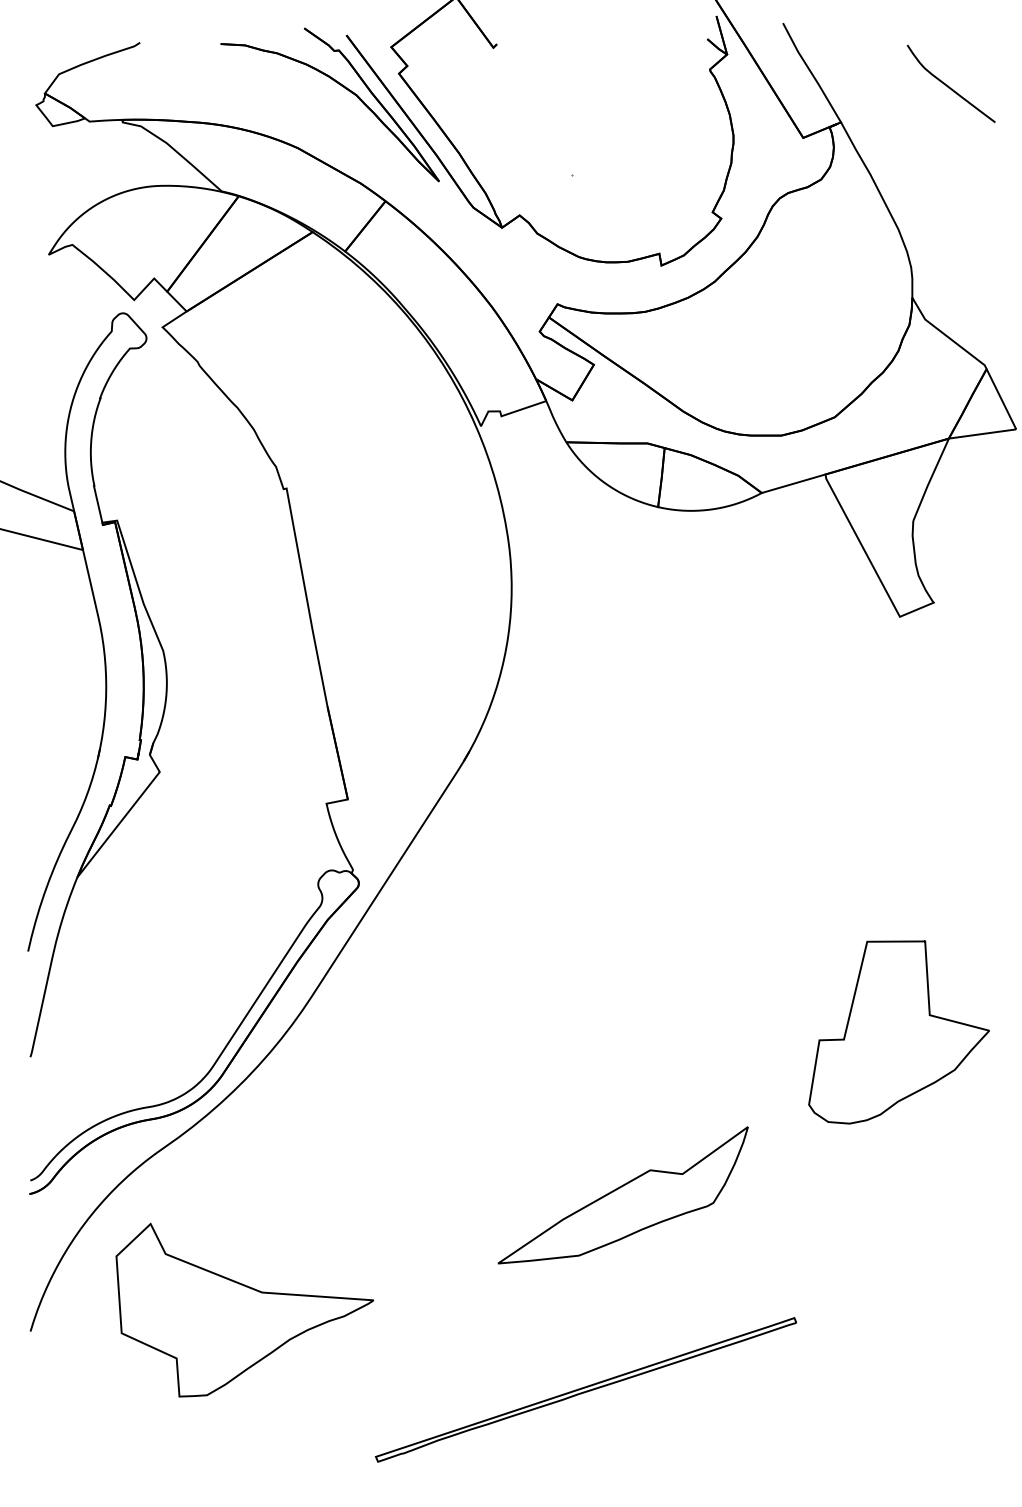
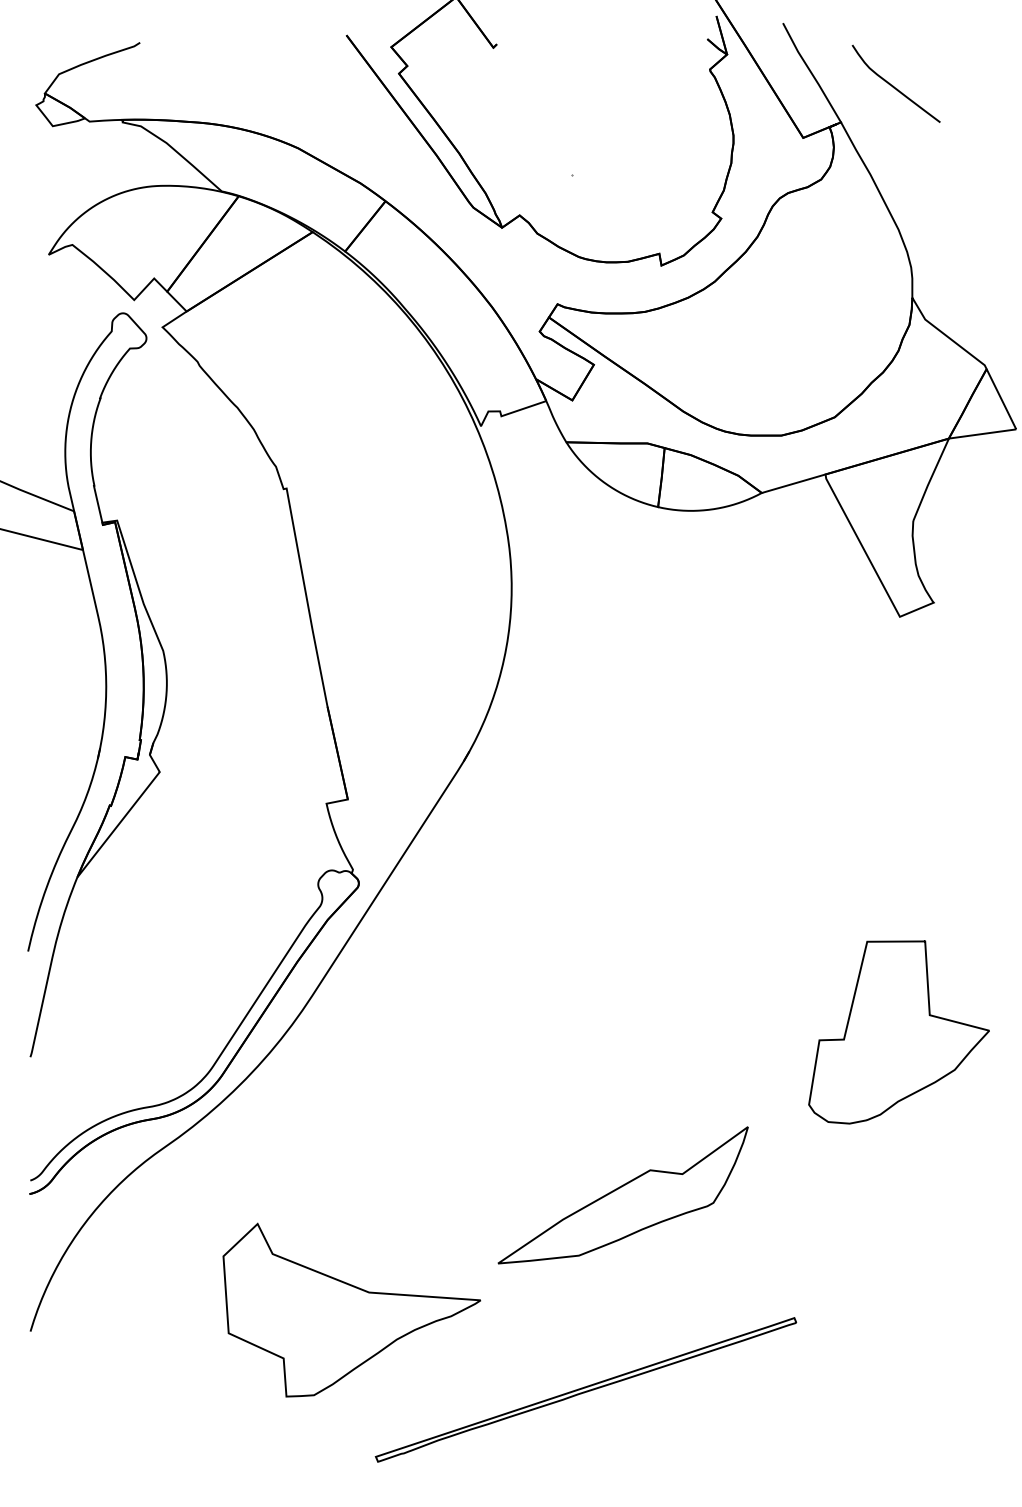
curve at (948, 85) position: (948, 85) -> (893, 85)
part at (341, 86): present -> none
part at (244, 1309) position: (244, 1309) -> (351, 1309)
